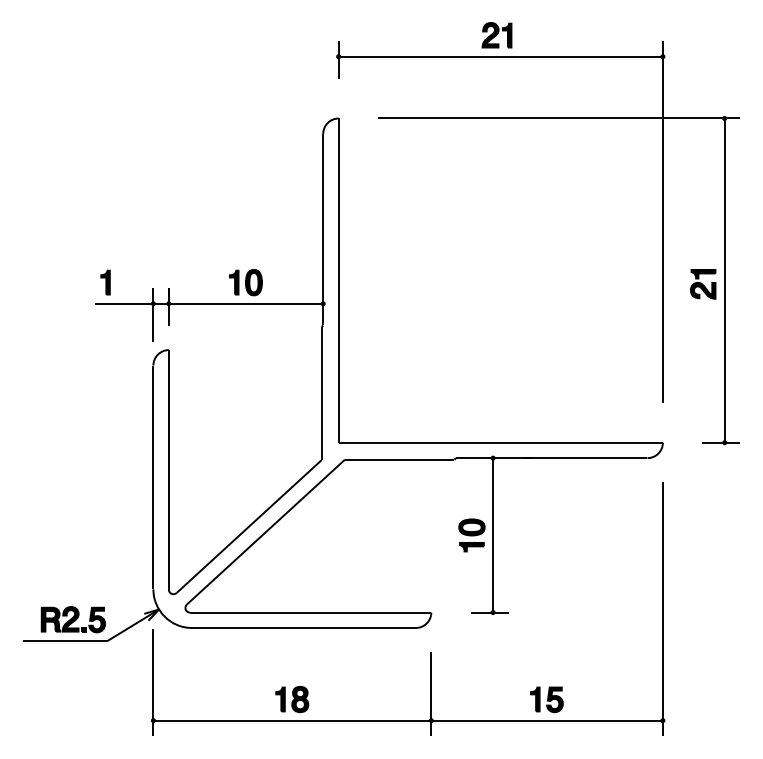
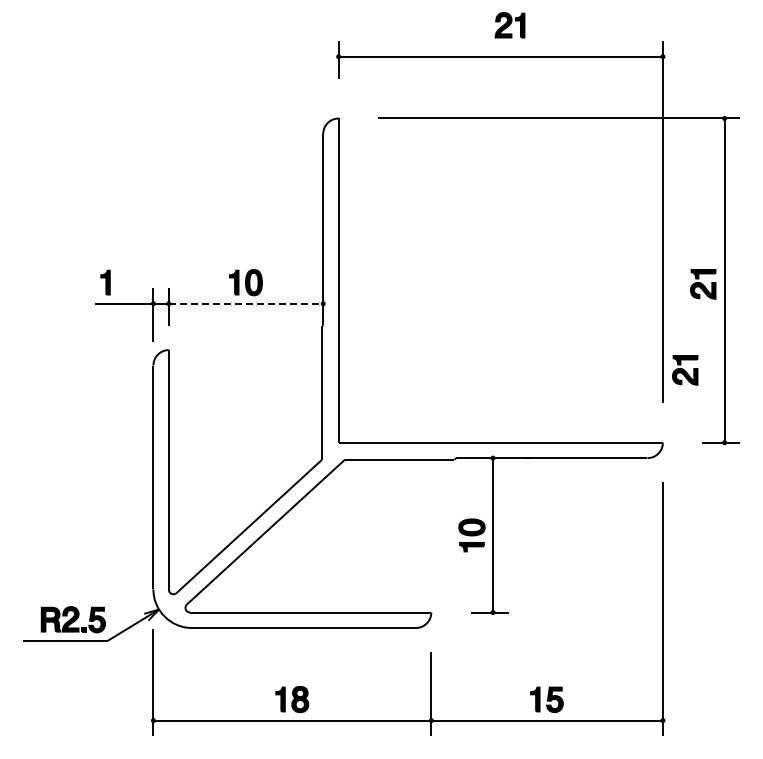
part at (496, 35) position: (496, 35) -> (509, 25)
line at (246, 303): solid -> dashed
part at (685, 370): none -> present
